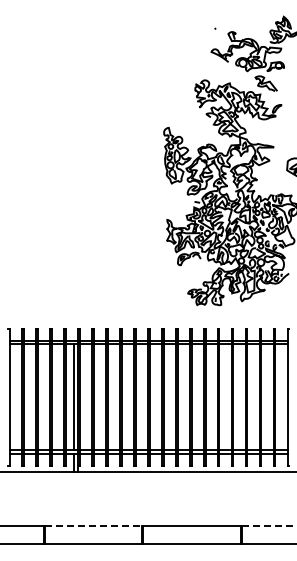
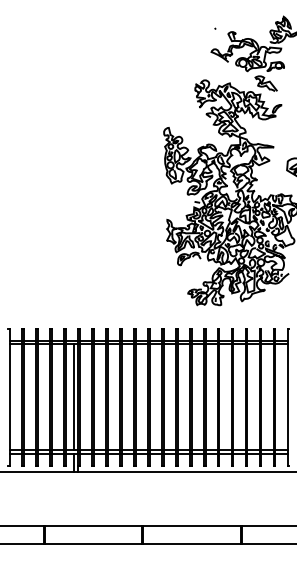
line at (93, 525): dashed -> solid
line at (269, 525): dashed -> solid
